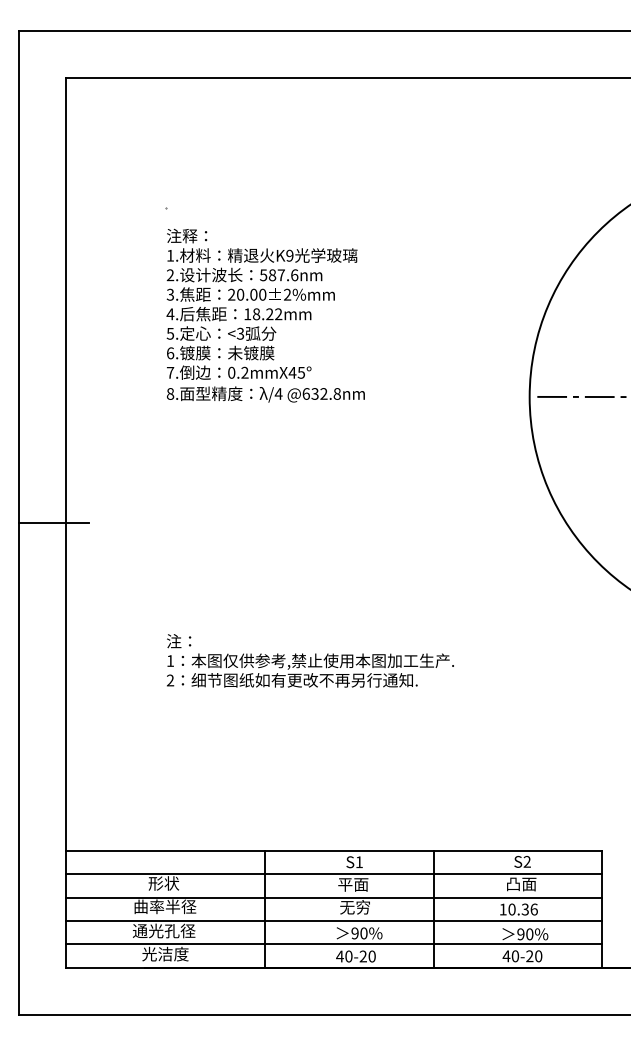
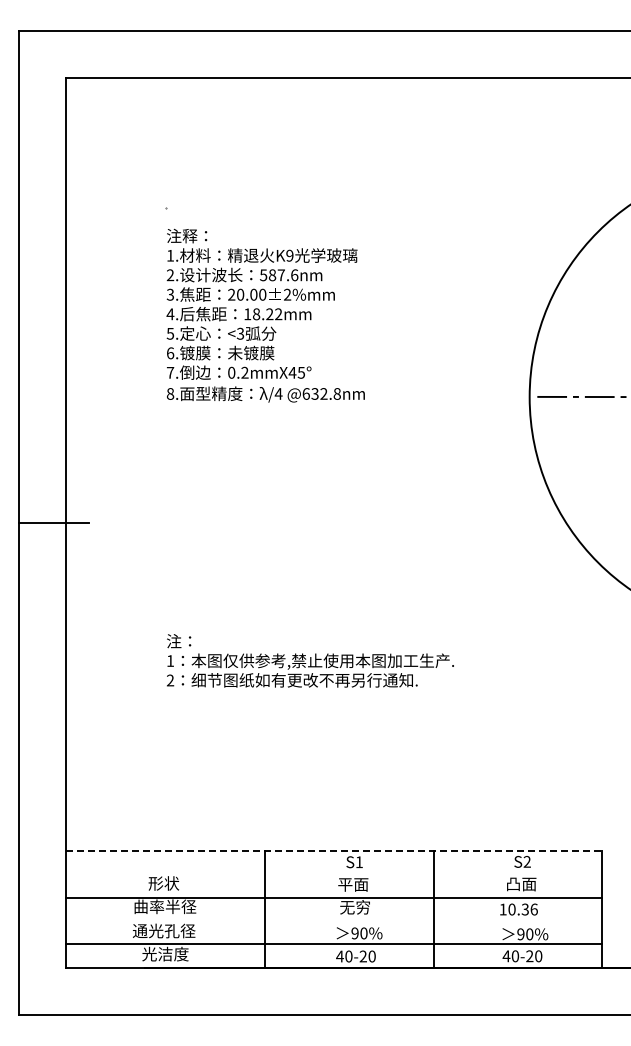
line at (334, 850): solid -> dashed
line at (333, 874): present -> none
line at (333, 920): present -> none
